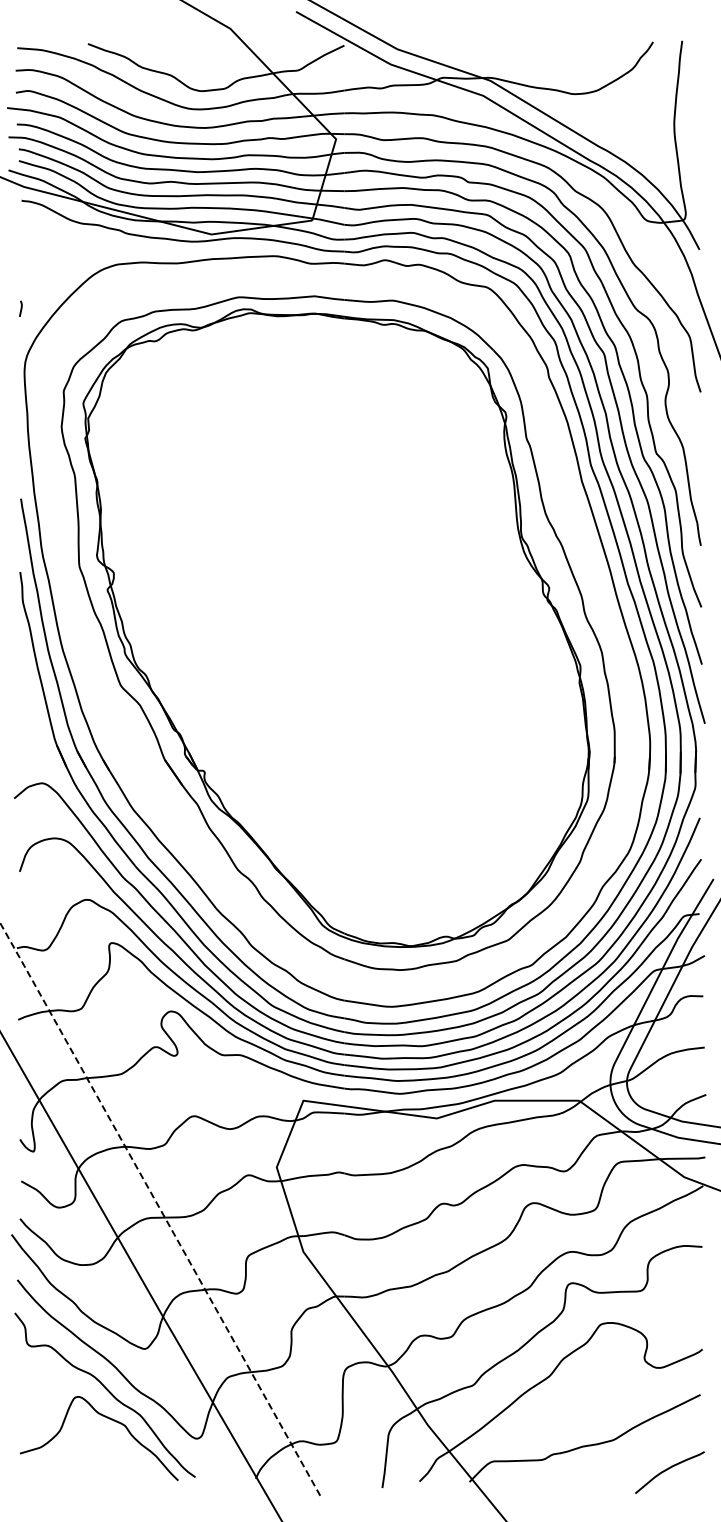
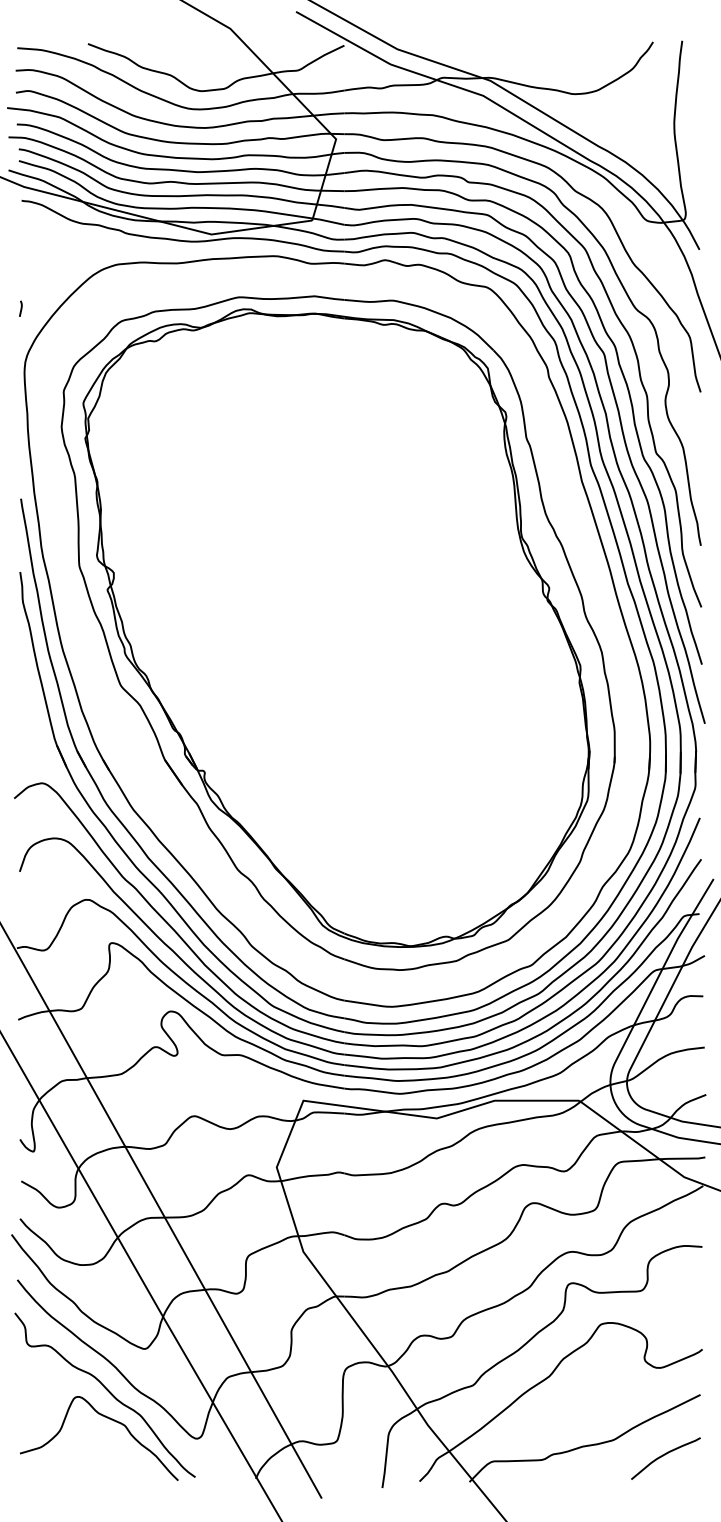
line at (161, 1210): dashed -> solid
curve at (667, 1470) position: (667, 1470) -> (663, 1456)
